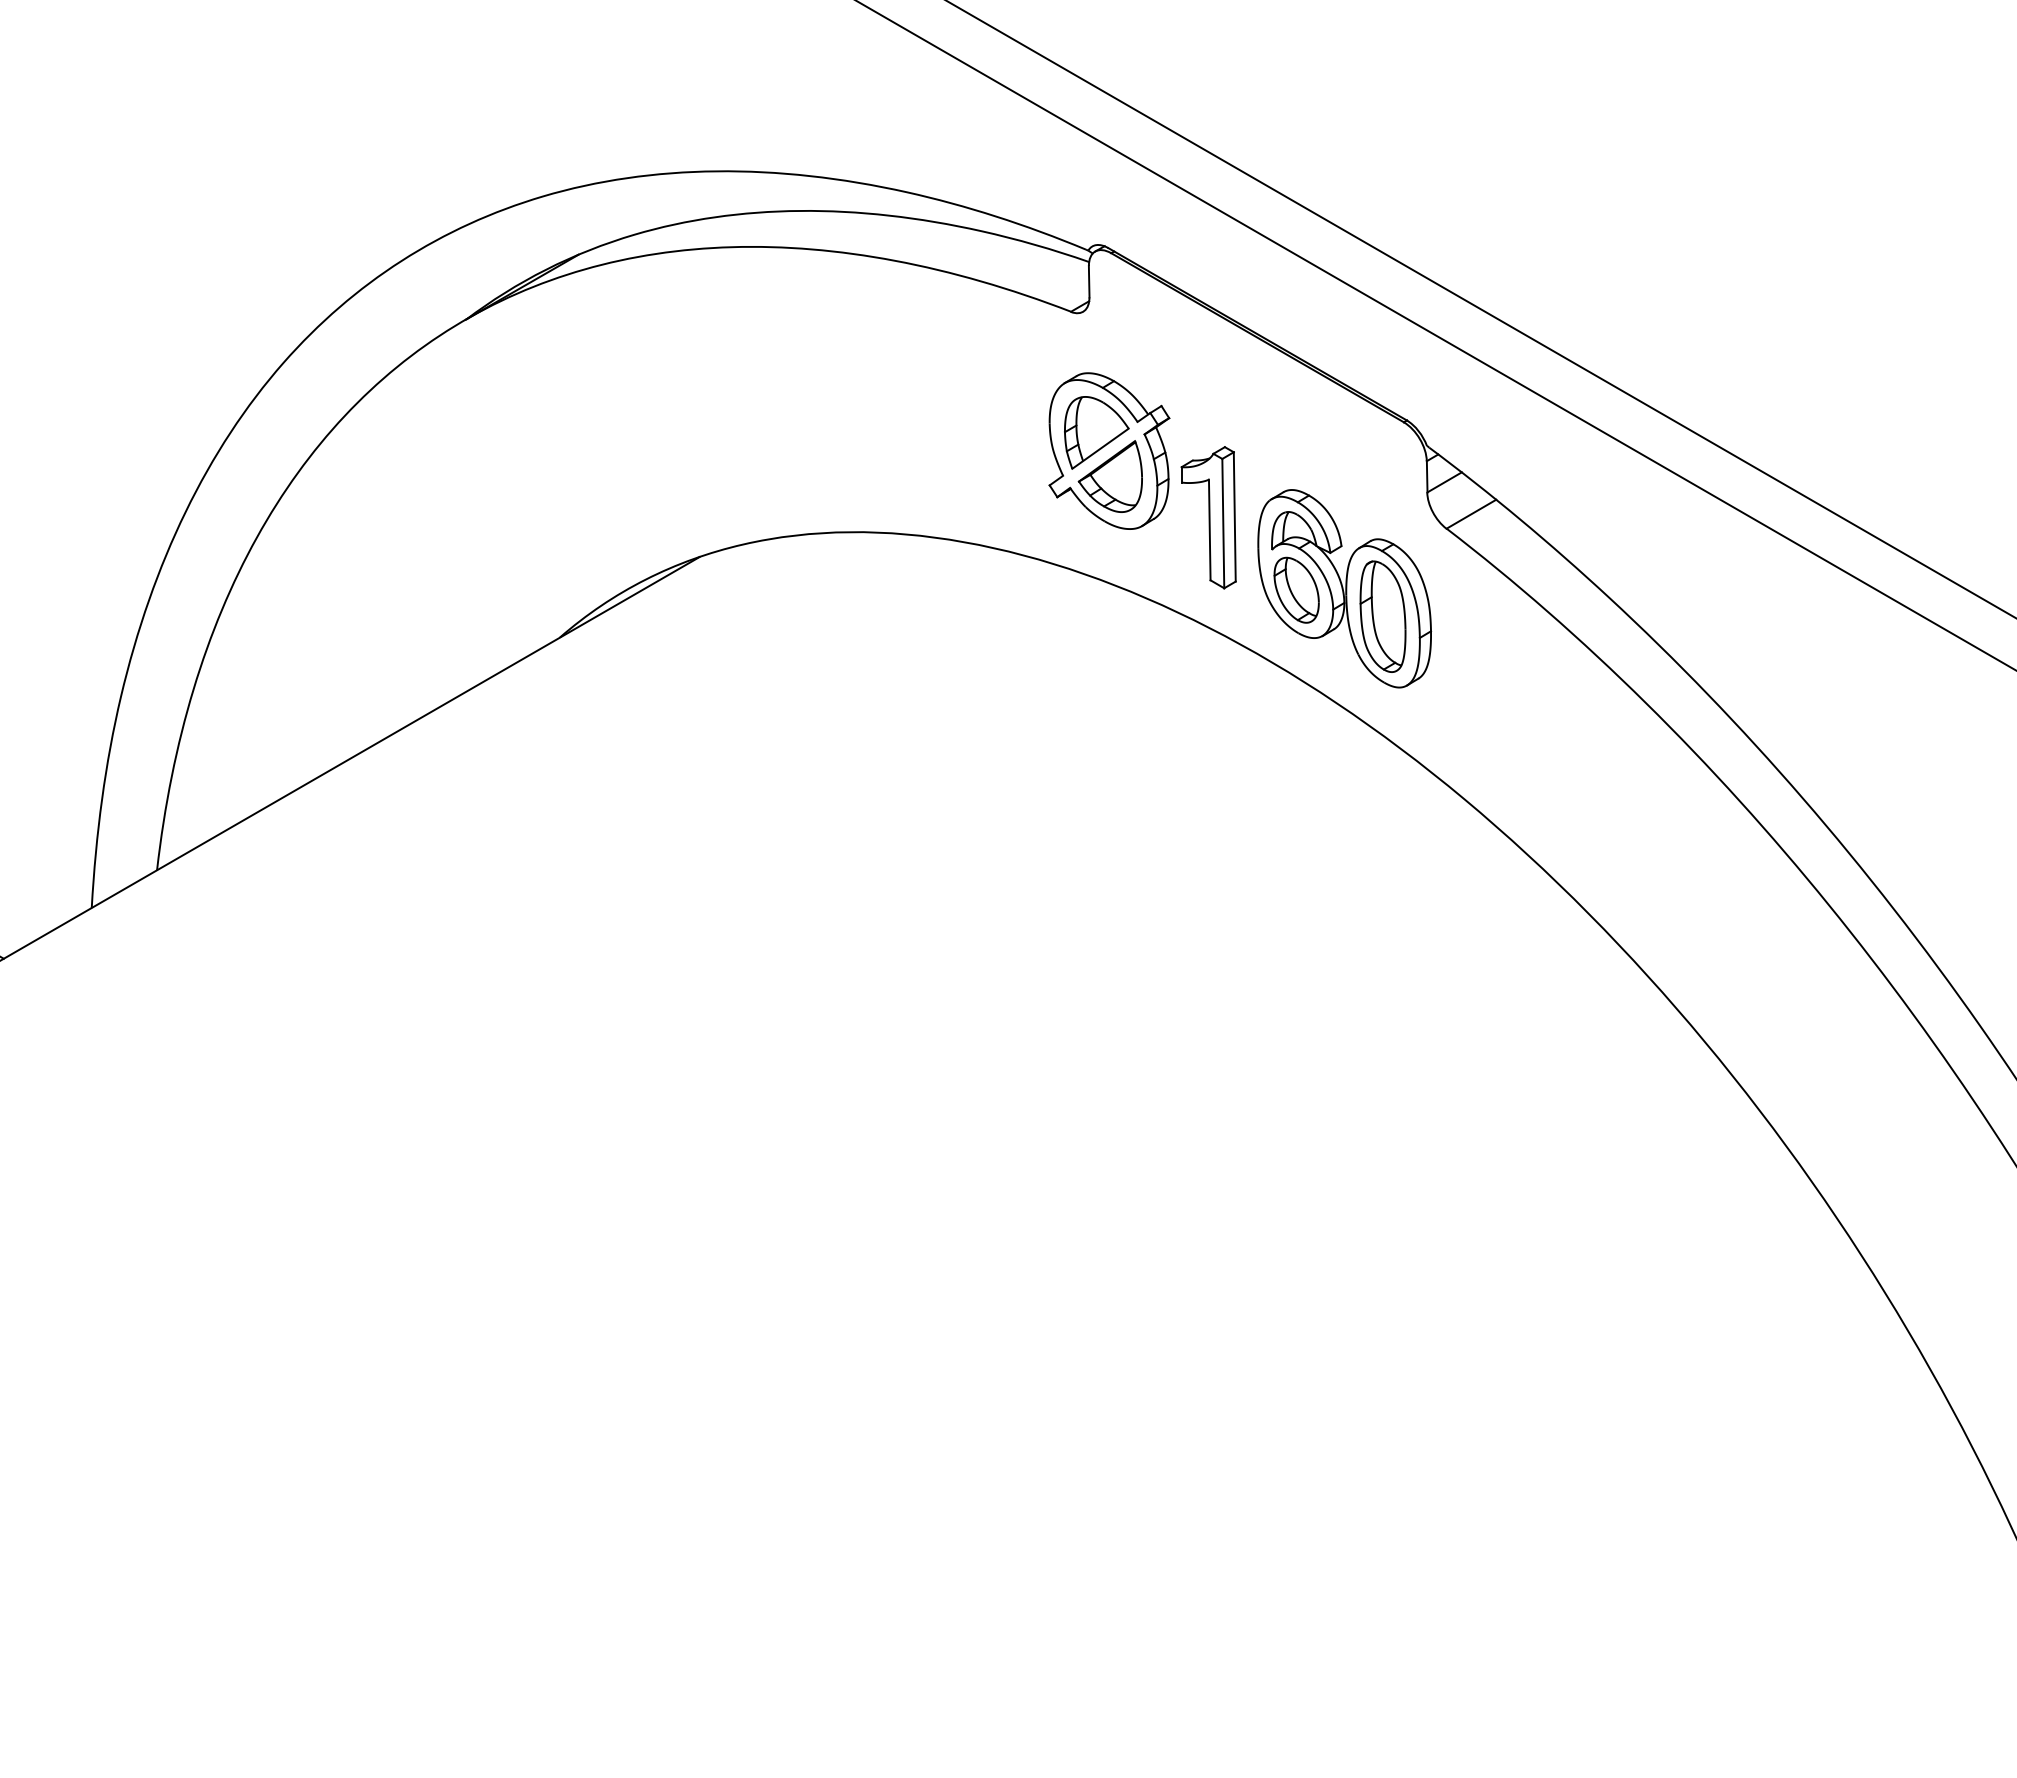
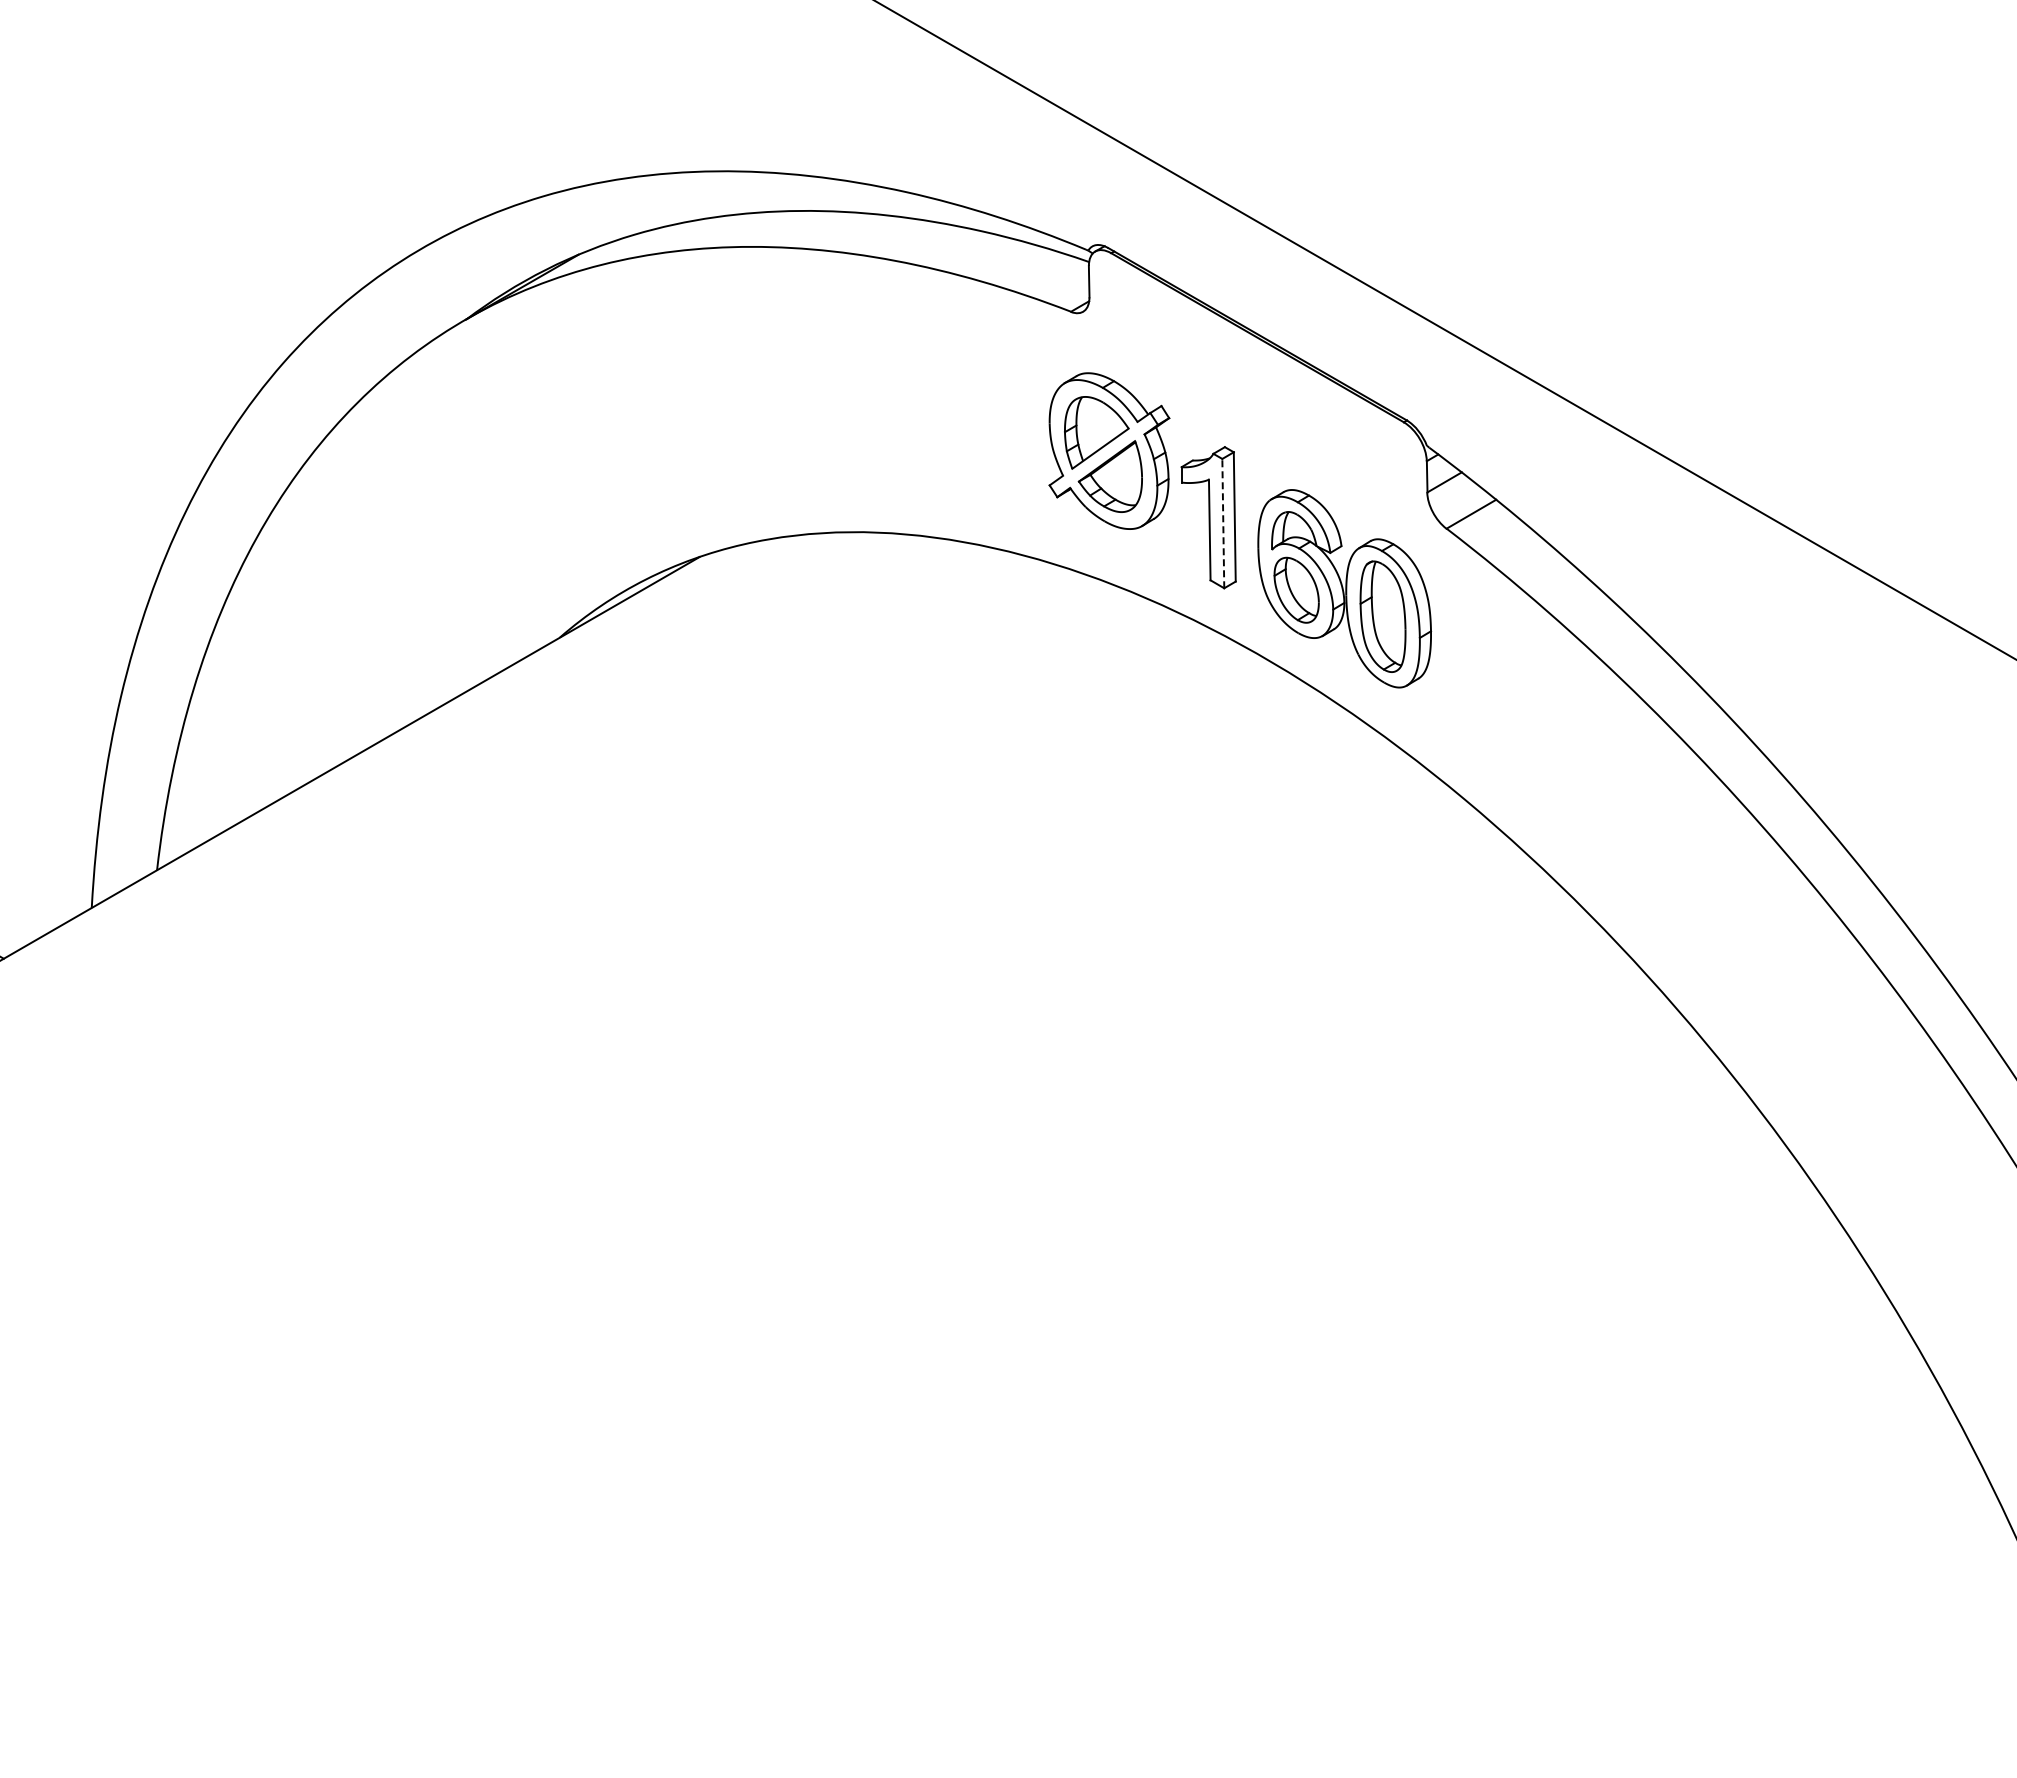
line at (1480, 309) position: (1480, 309) -> (1444, 330)
line at (1435, 335): present -> none
line at (1223, 523): solid -> dashed
